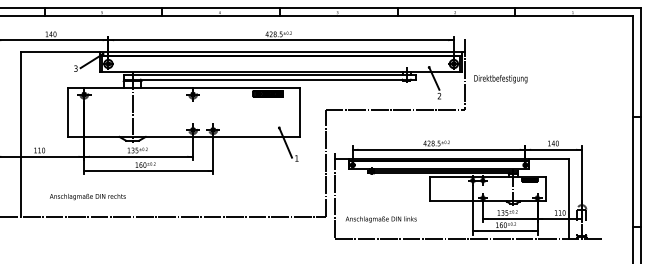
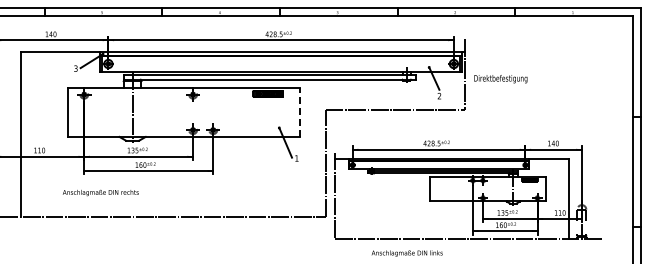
line at (299, 111): solid -> dashed
text at (87, 196) position: (87, 196) -> (100, 192)
text at (380, 219) position: (380, 219) -> (406, 253)
